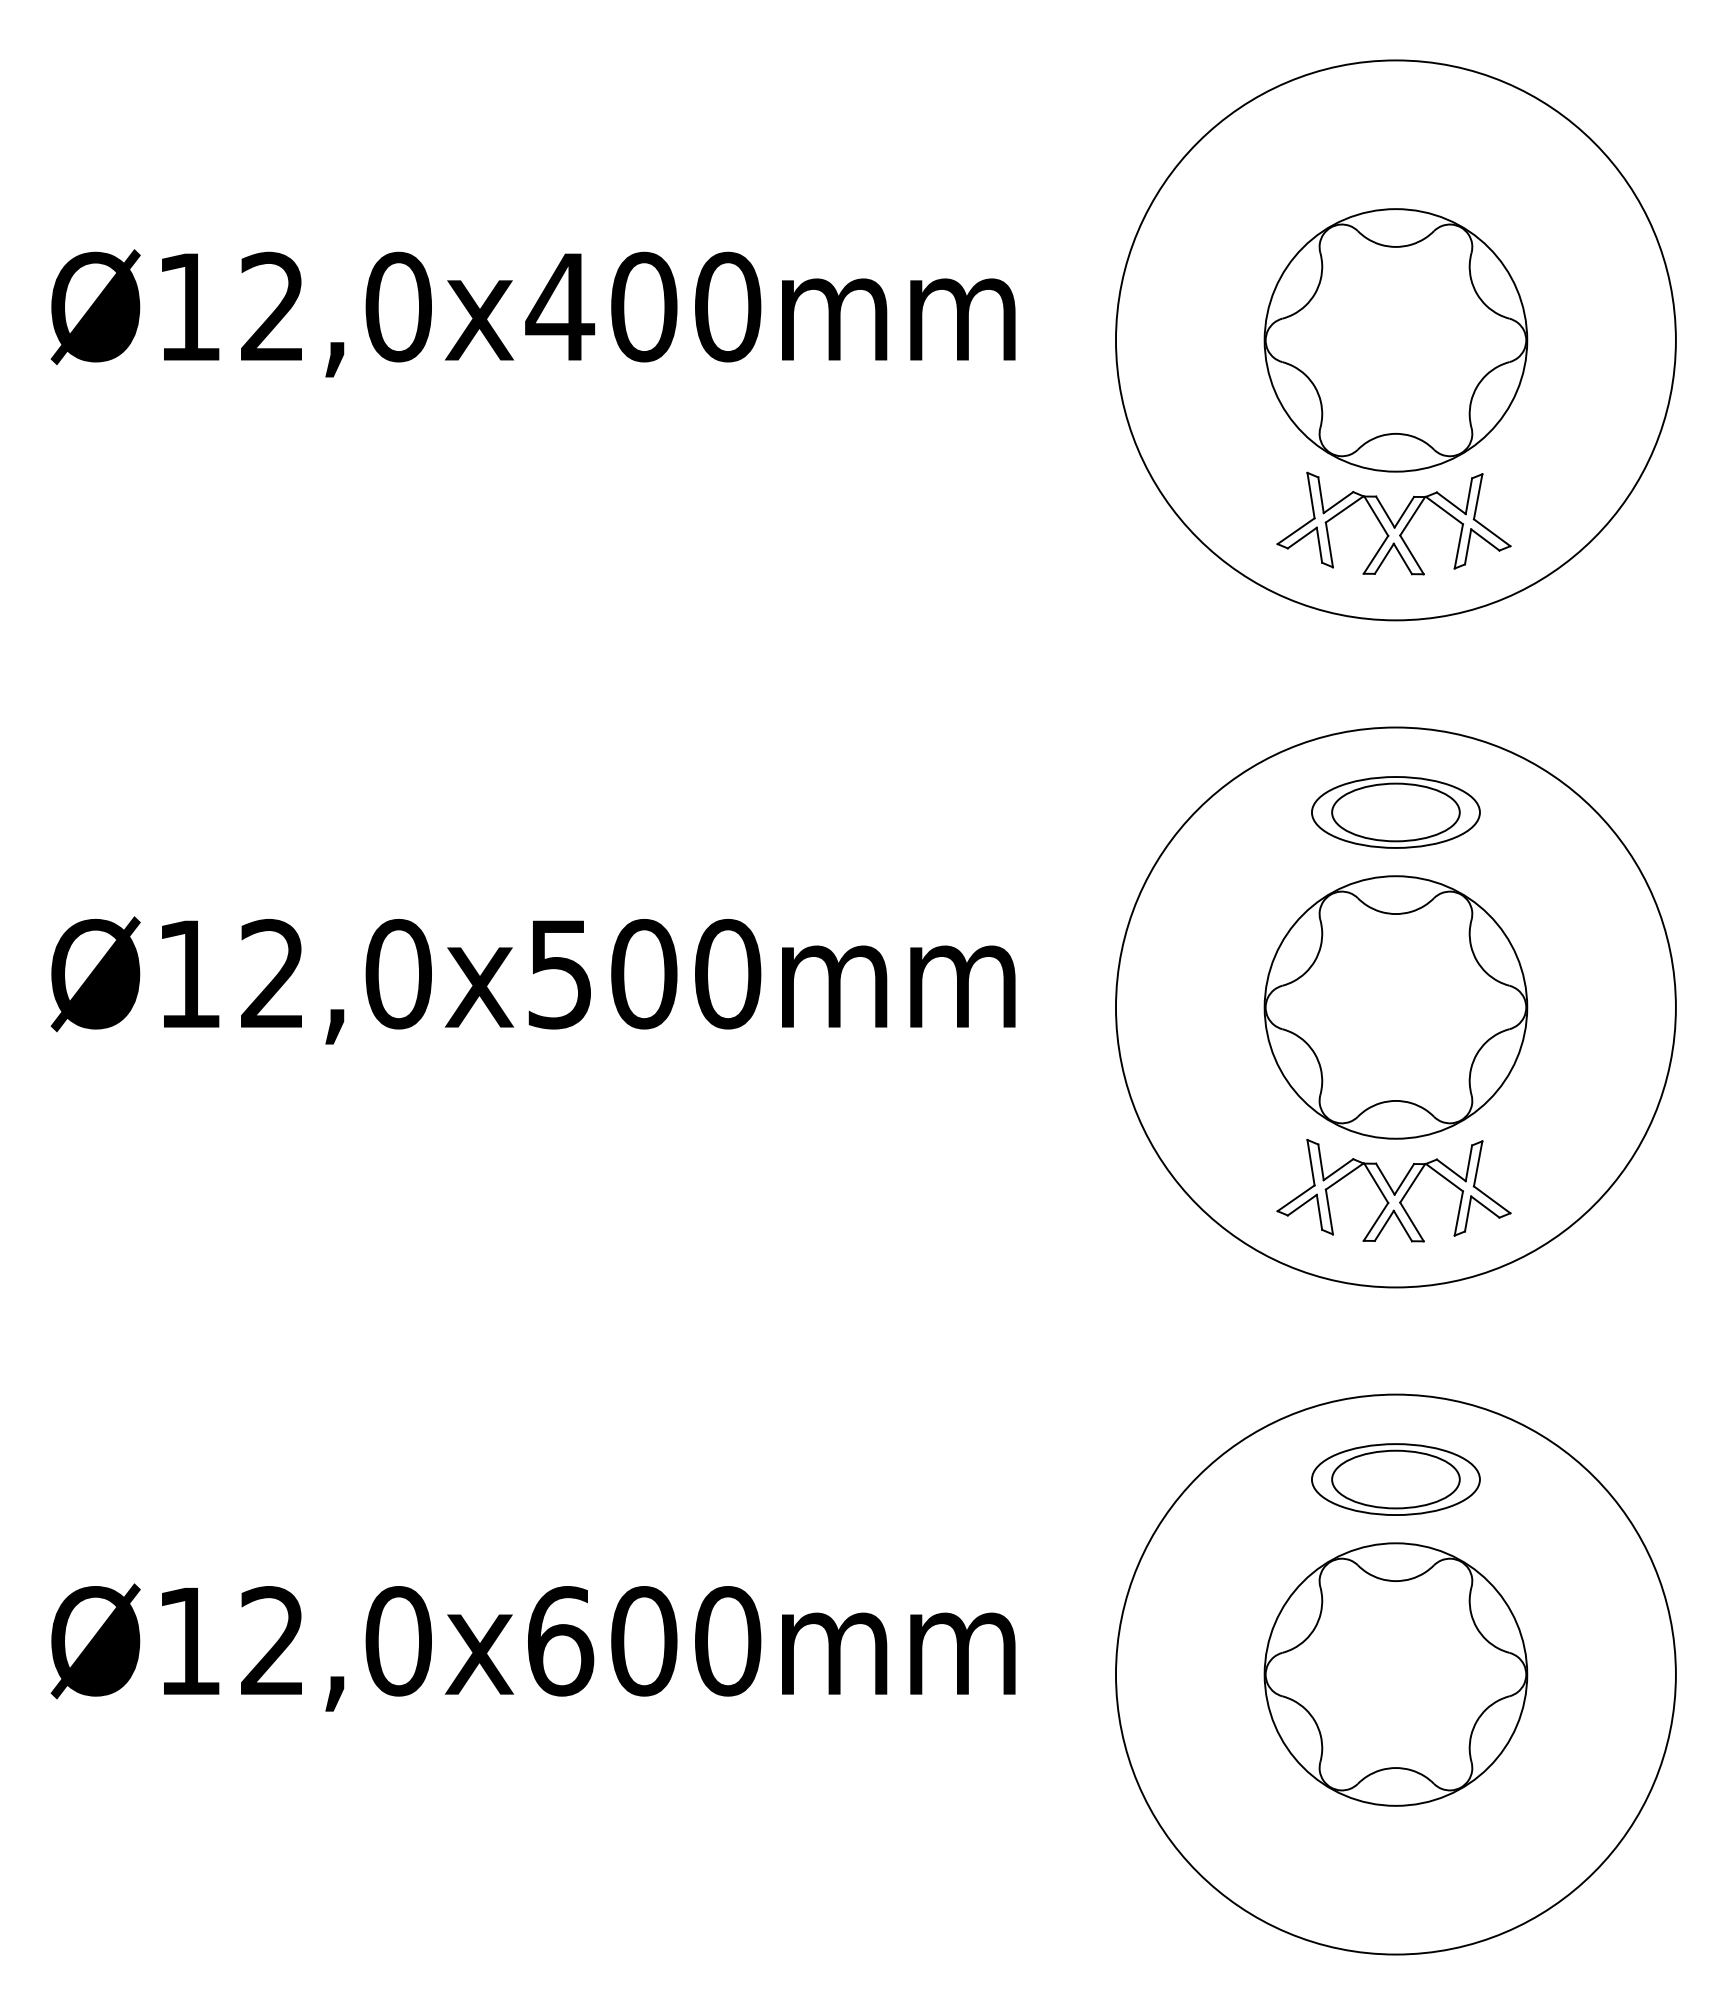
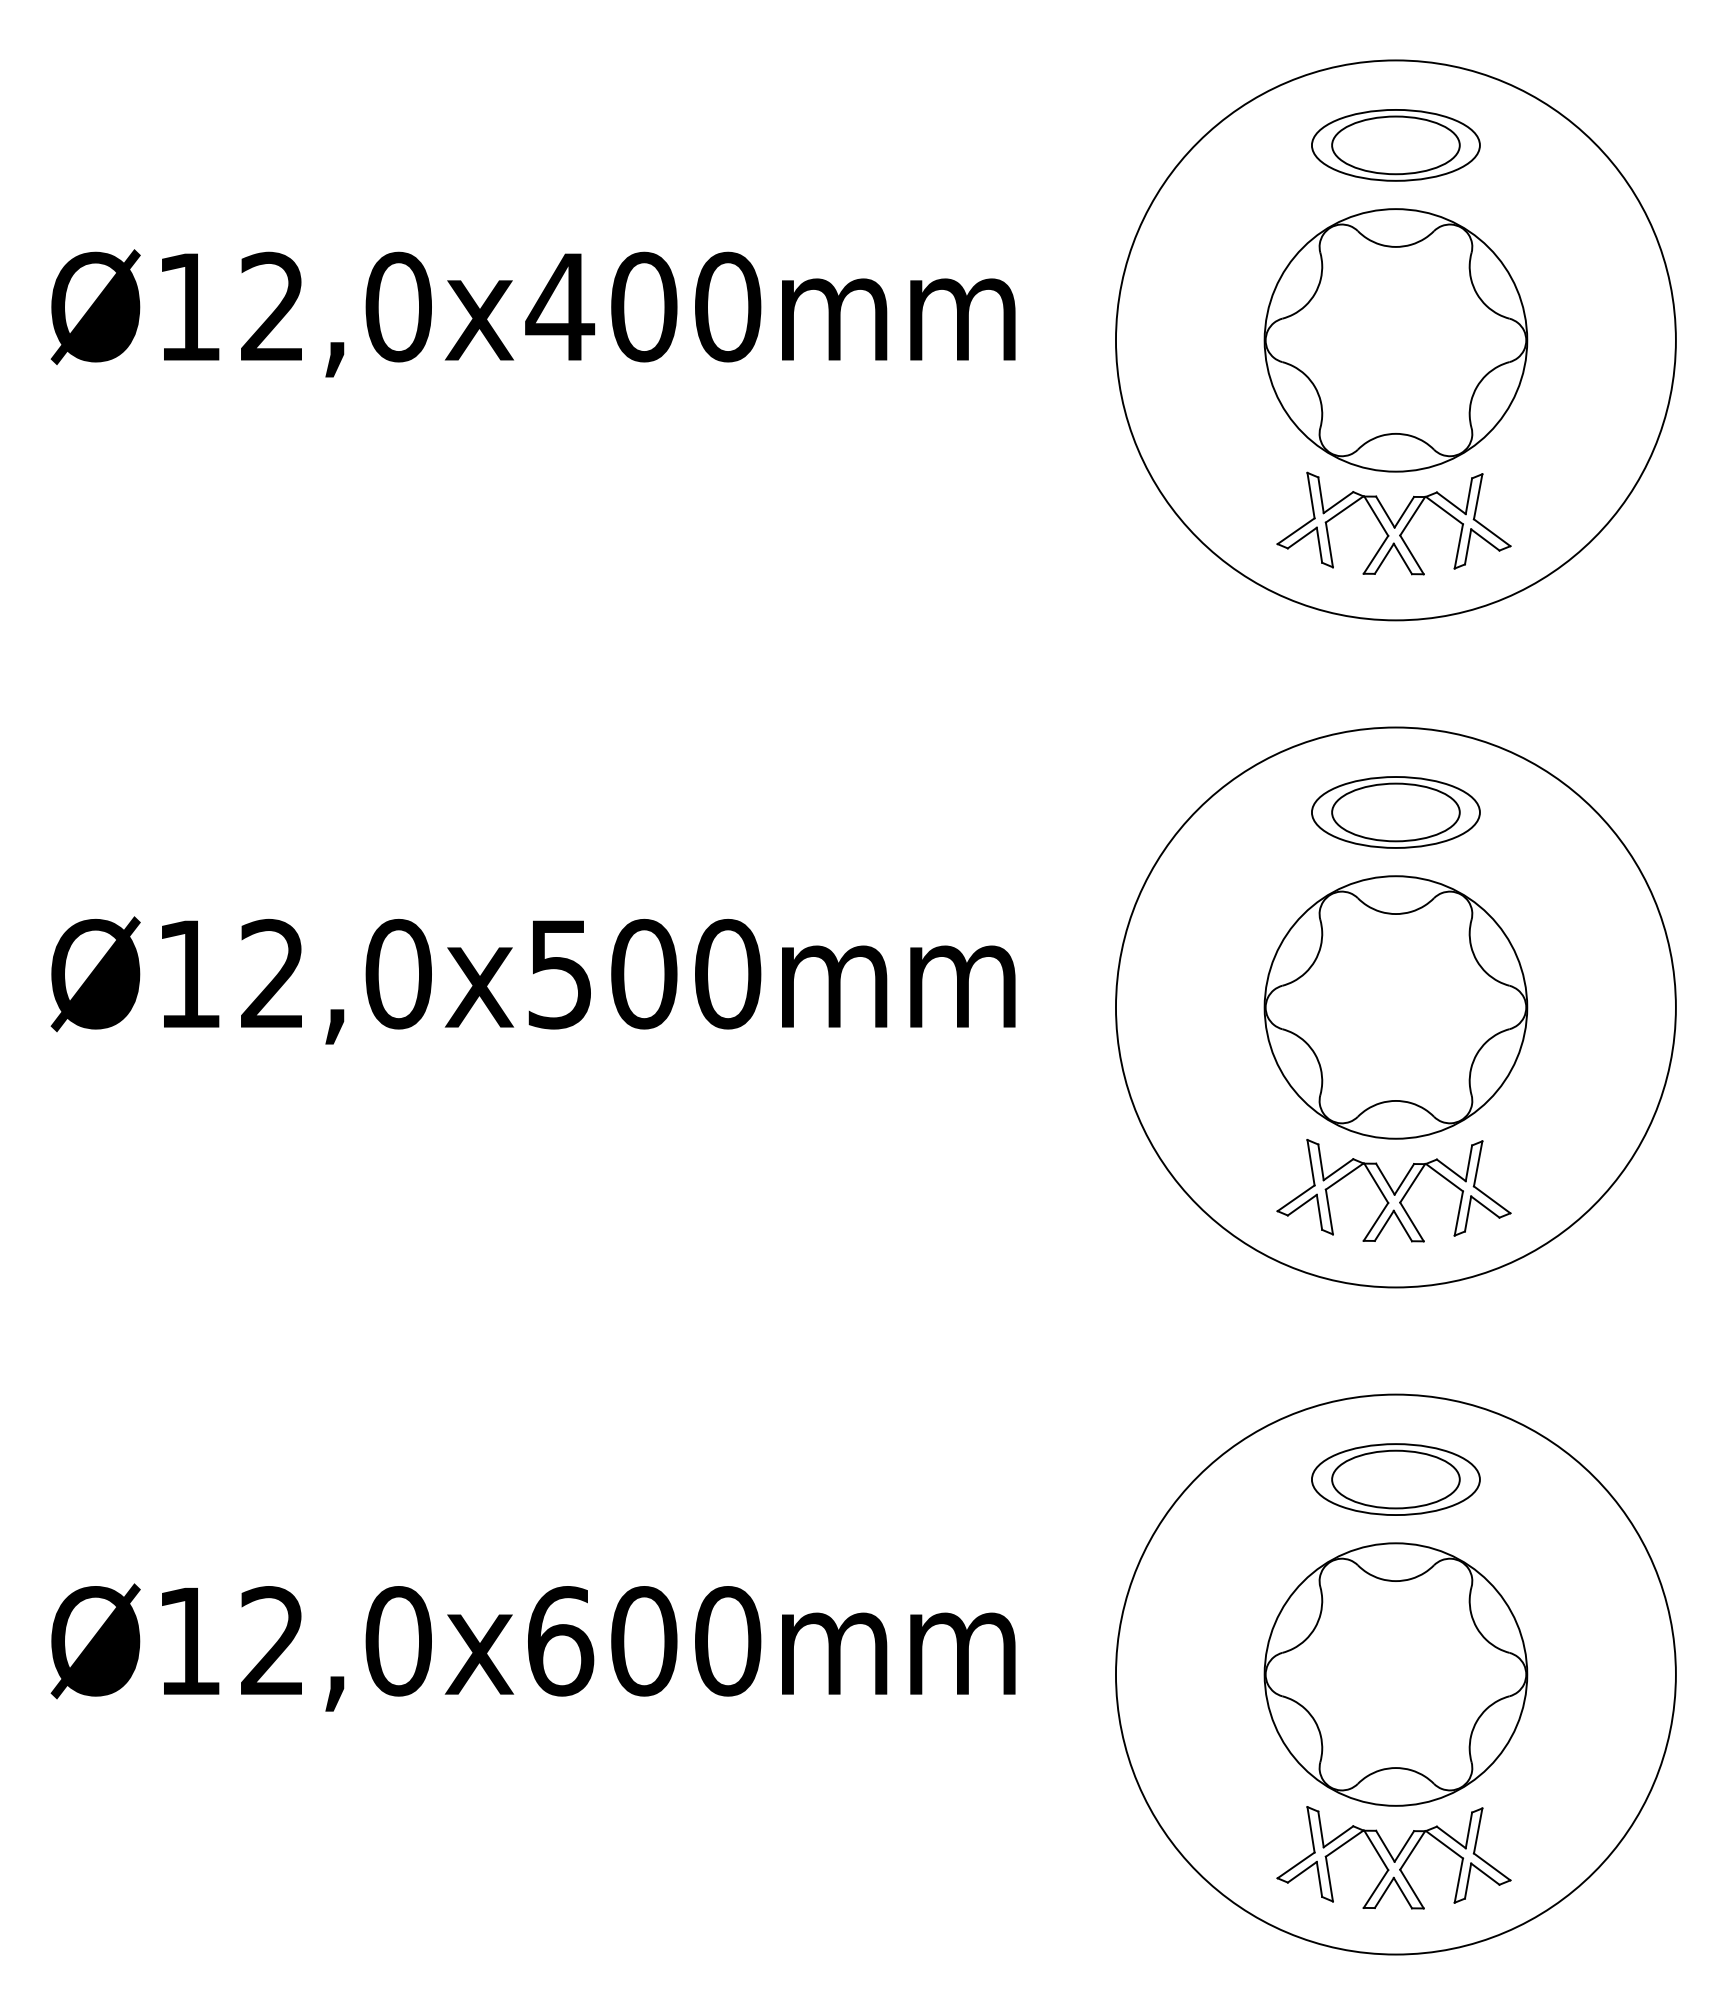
part at (1395, 145): none -> present
part at (1393, 1857): none -> present
